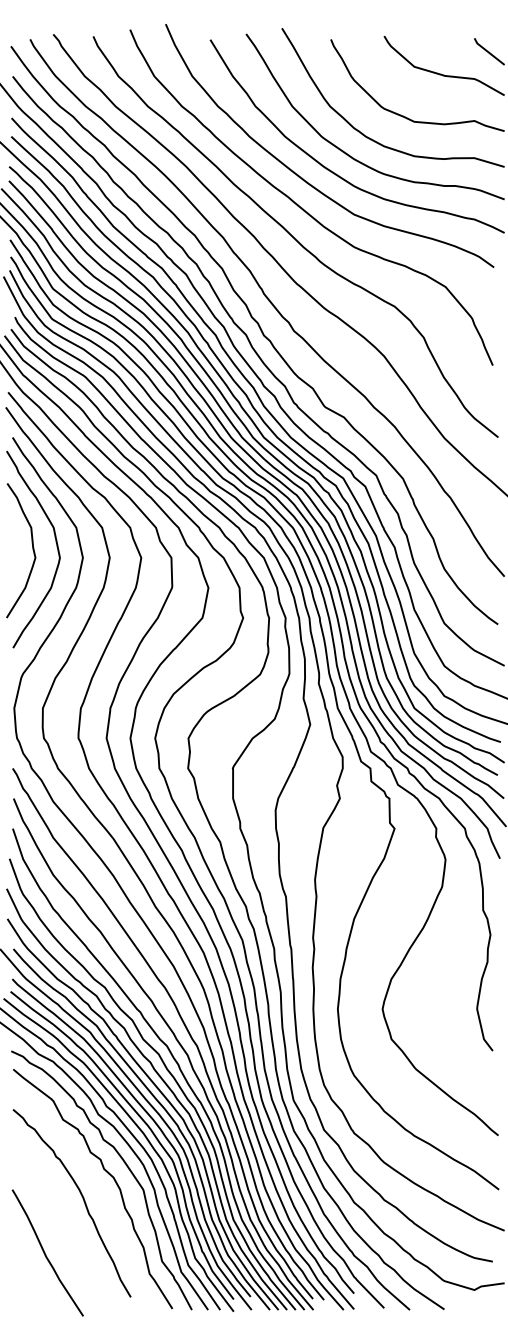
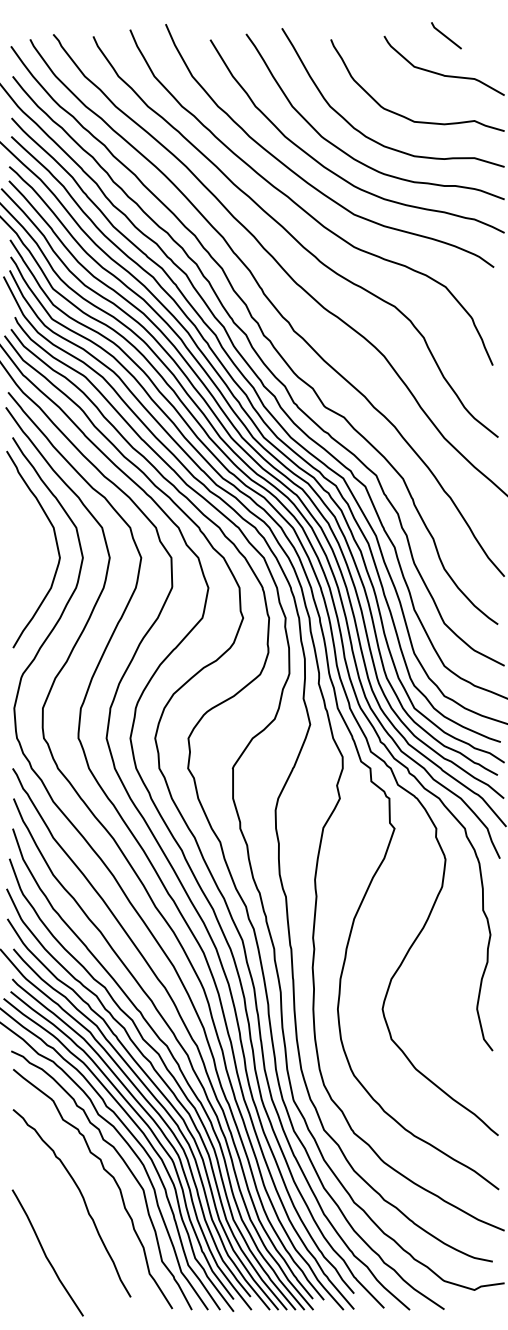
line at (489, 51) position: (489, 51) -> (446, 35)
curve at (32, 550): present -> none
